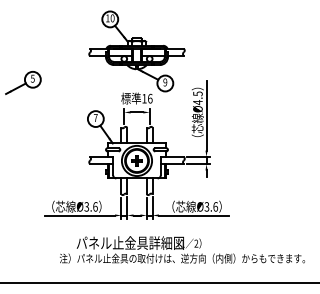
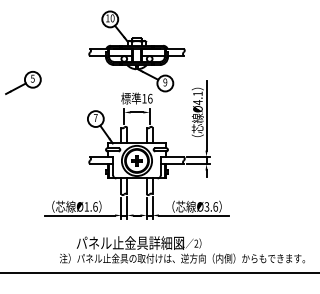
text at (197, 93): Ø4.5 -> Ø4.1
text at (86, 206): Ø3.6 -> Ø1.6
line at (159, 282) position: (159, 282) -> (159, 272)
